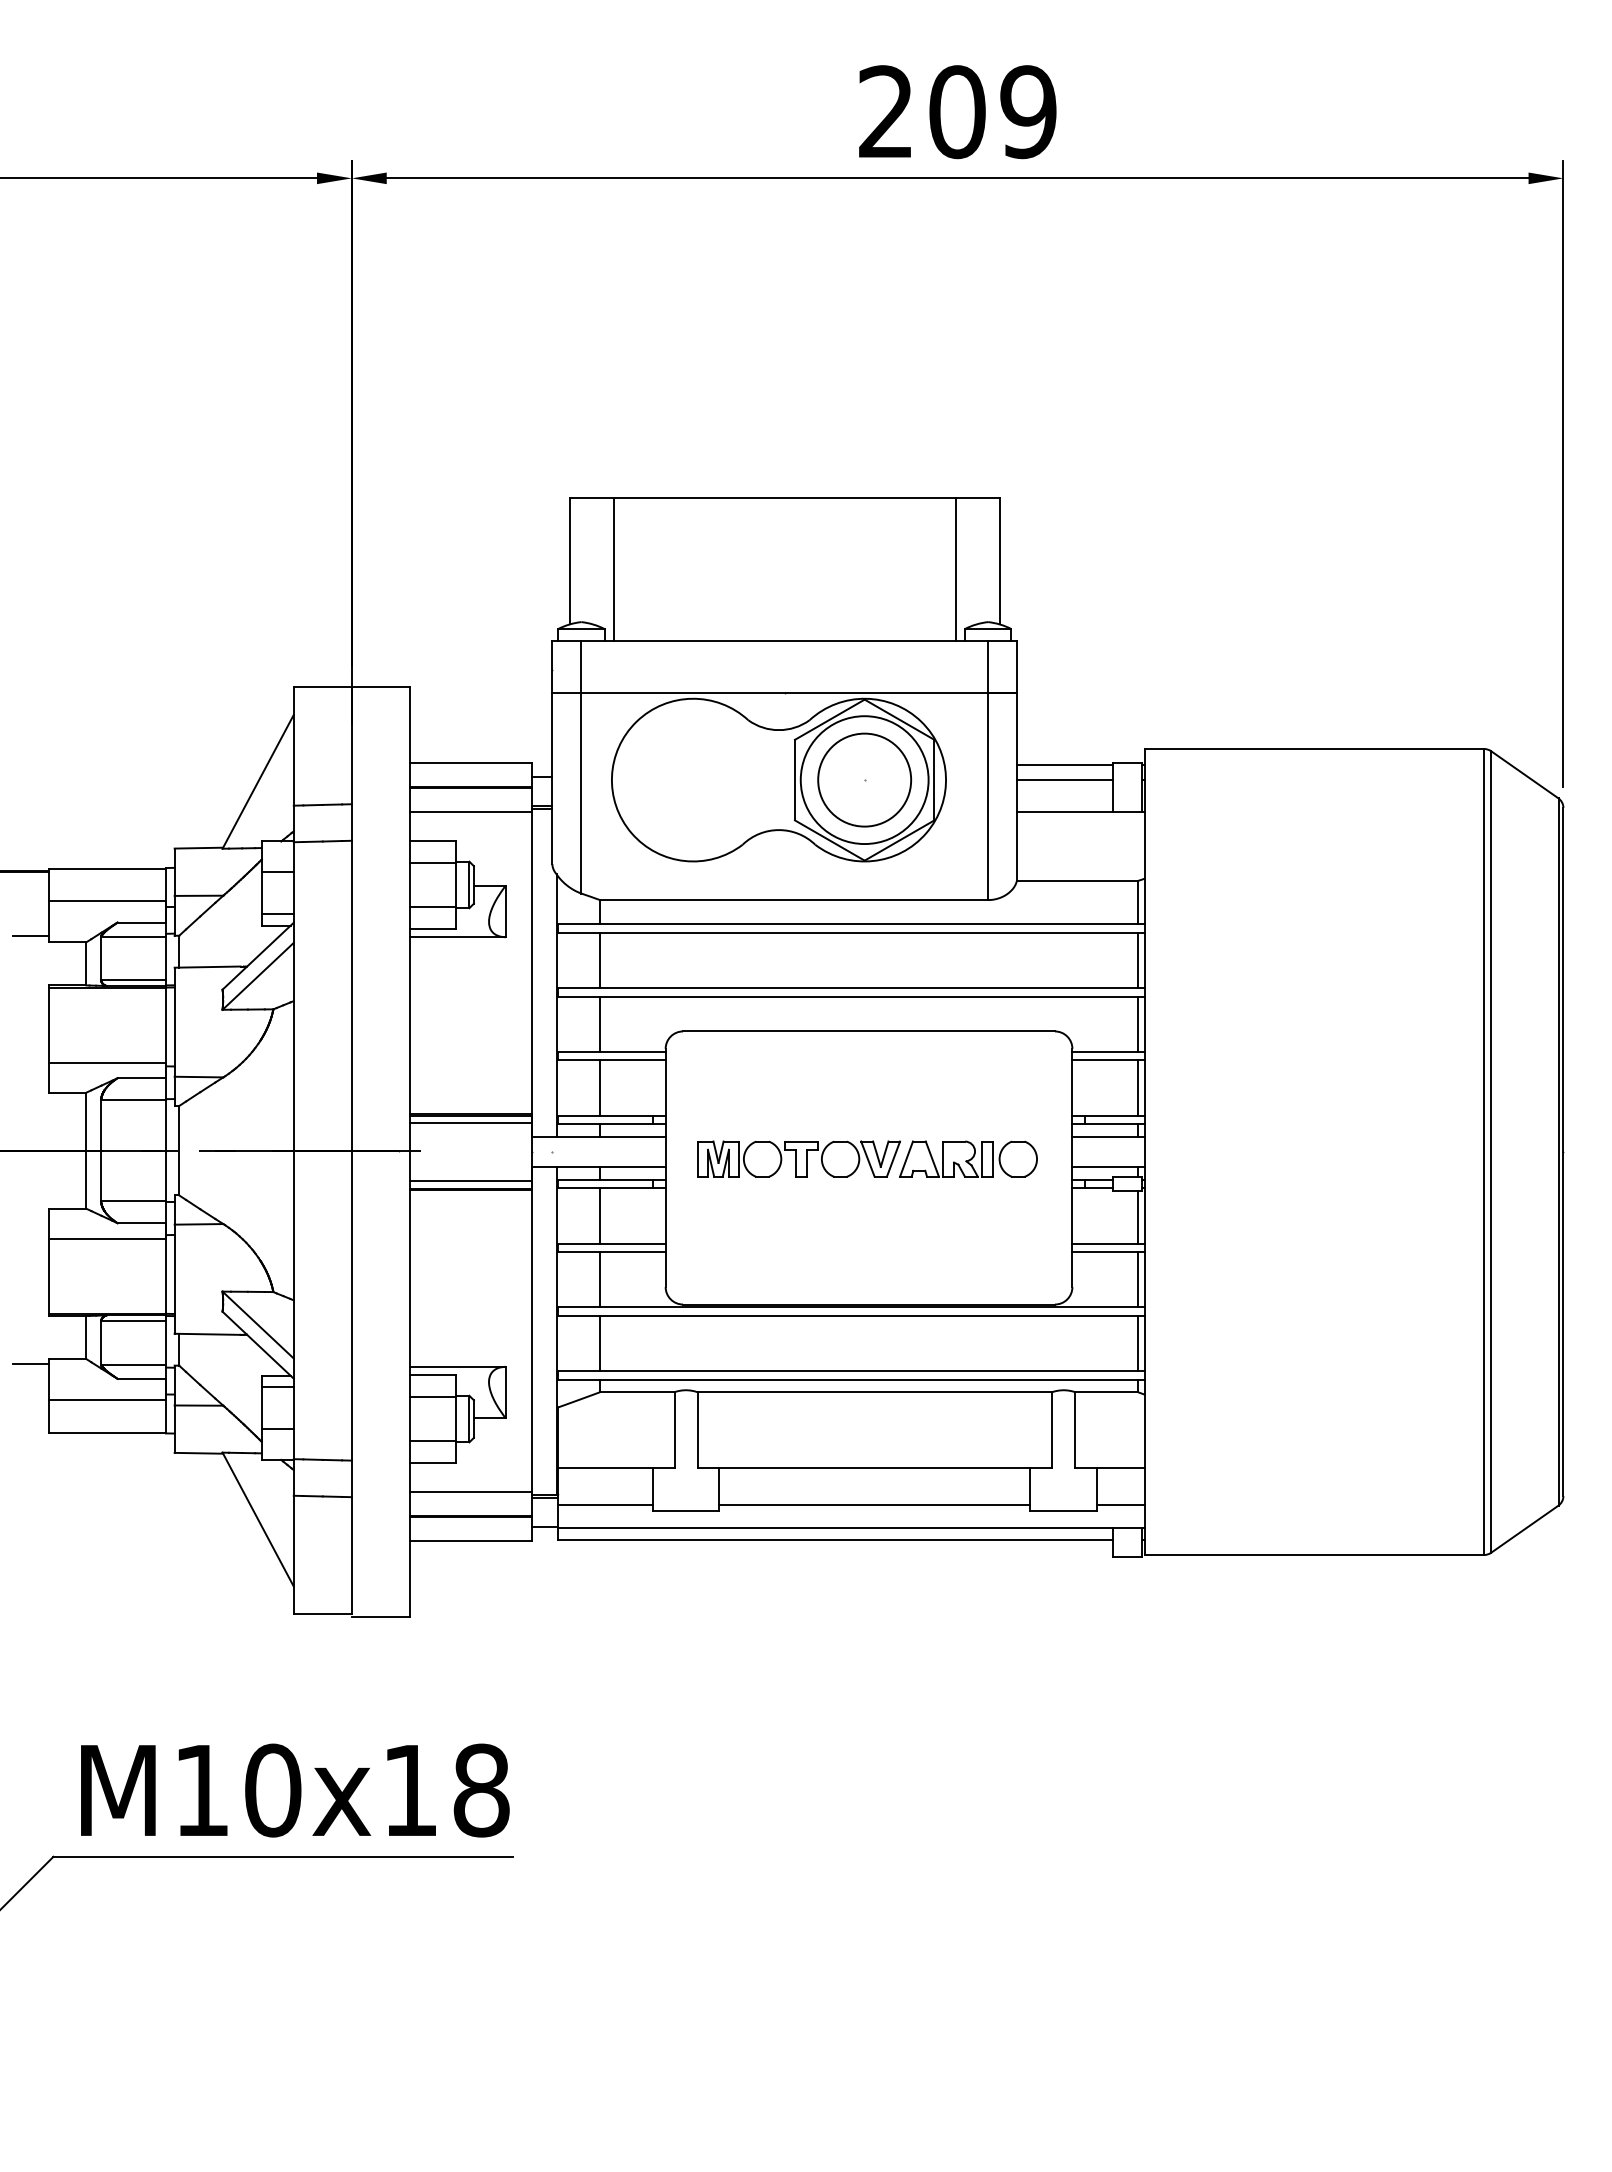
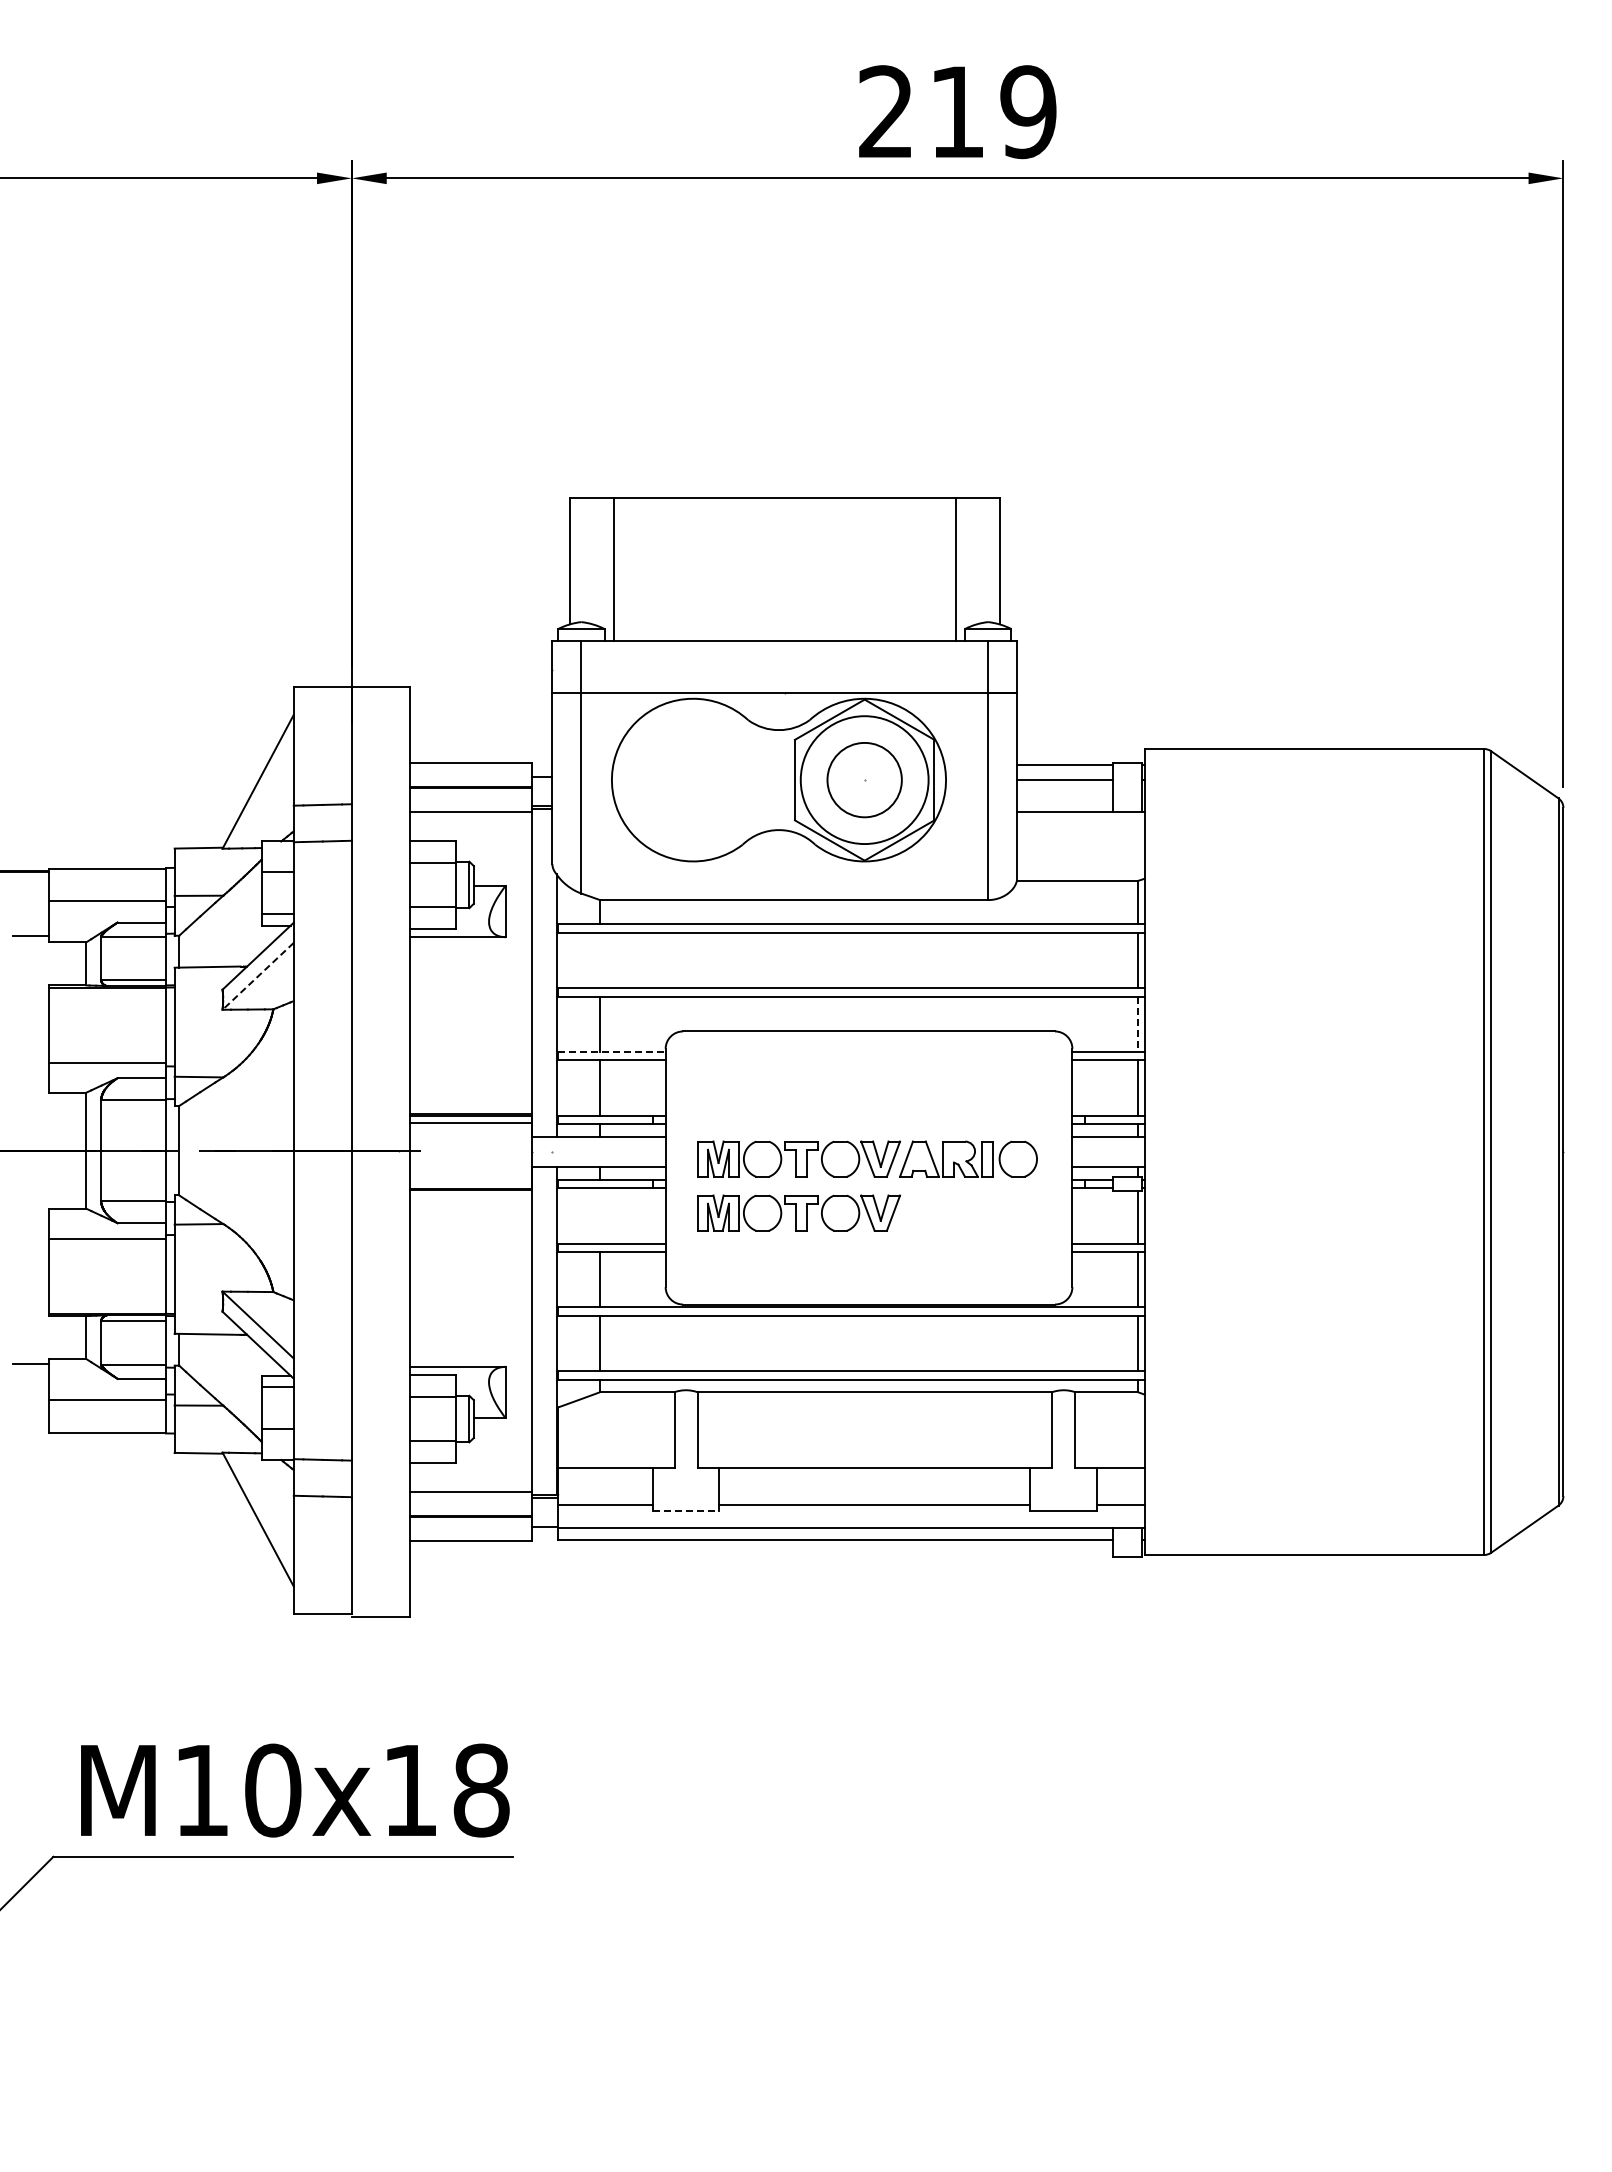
text at (957, 112): 209 -> 219
circle at (864, 779) diameter: 93 px -> 74 px
line at (600, 959): present -> none
line at (258, 976): solid -> dashed
line at (1138, 1024): solid -> dashed
line at (611, 1051): solid -> dashed
line at (470, 1180): present -> none
part at (799, 1212): none -> present
line at (600, 1215): present -> none
line at (686, 1510): solid -> dashed
